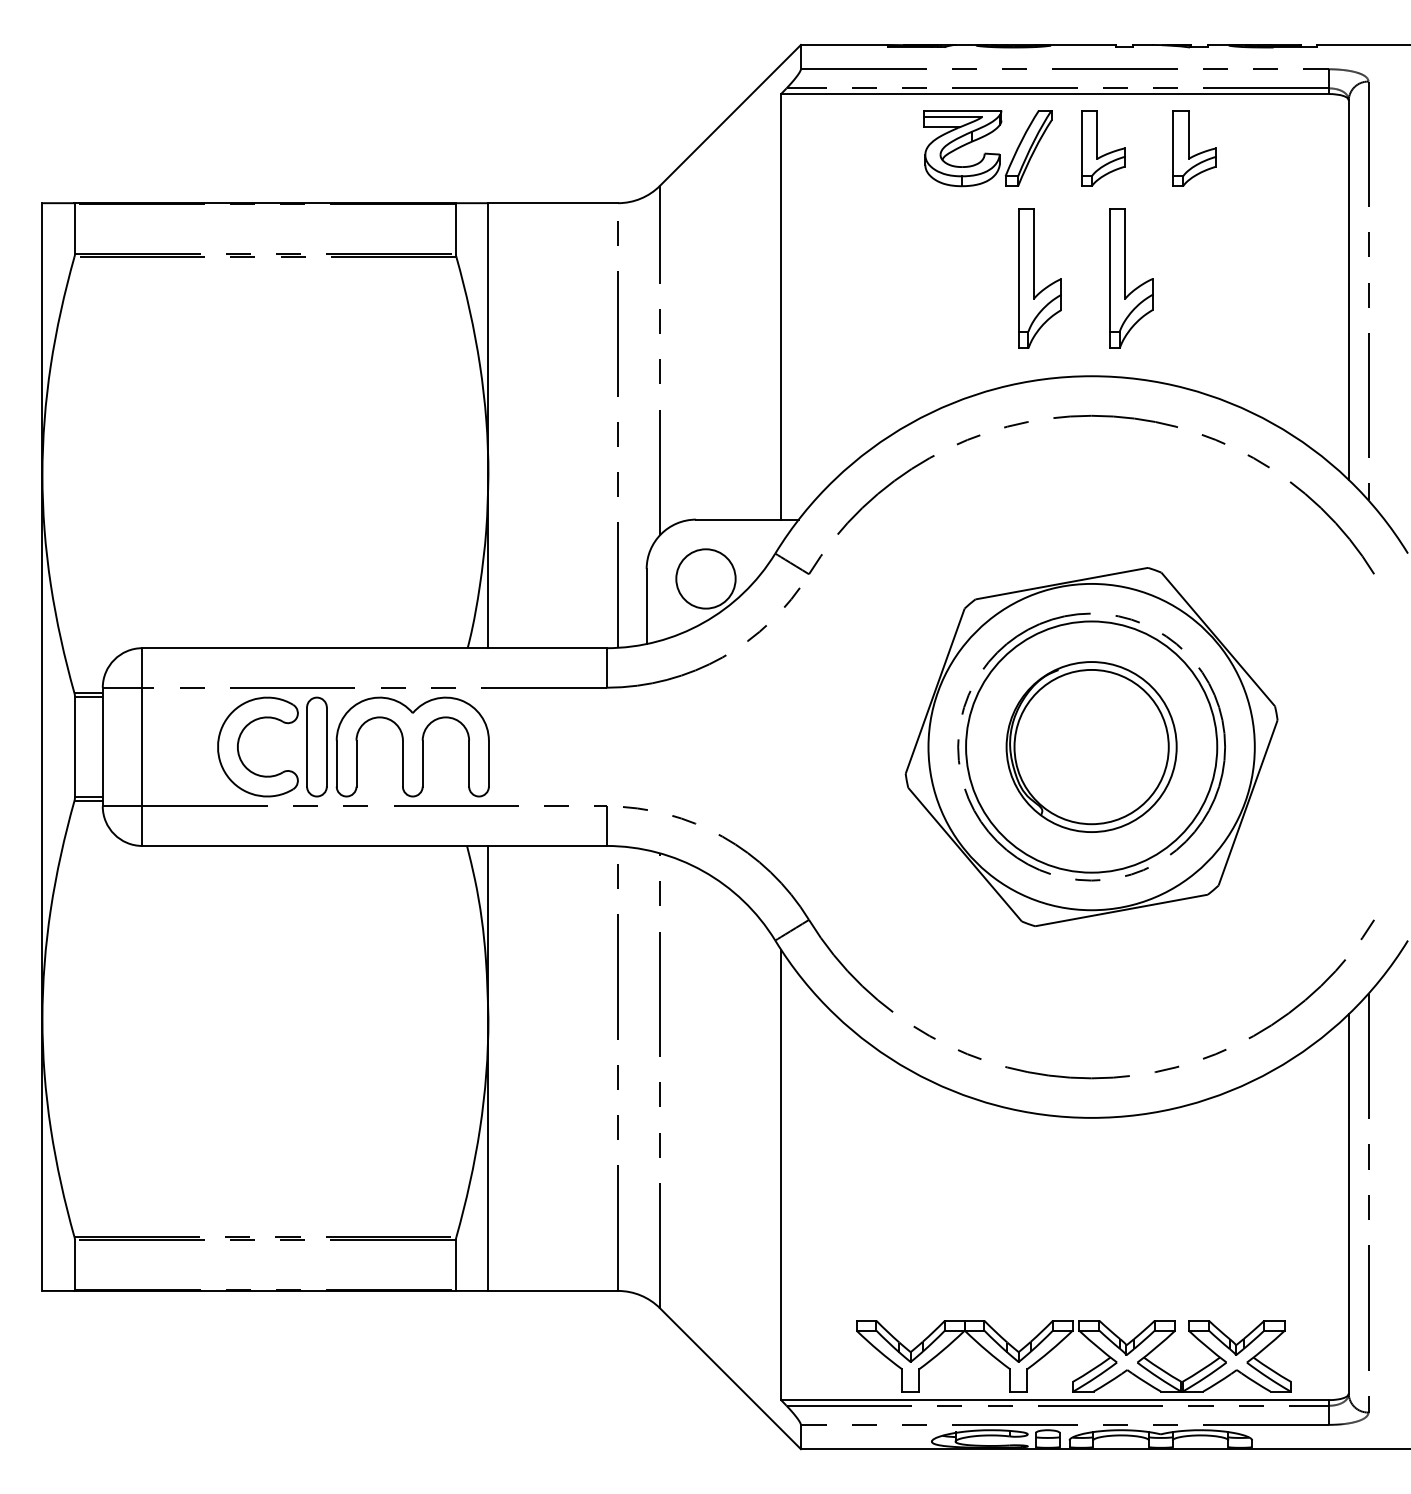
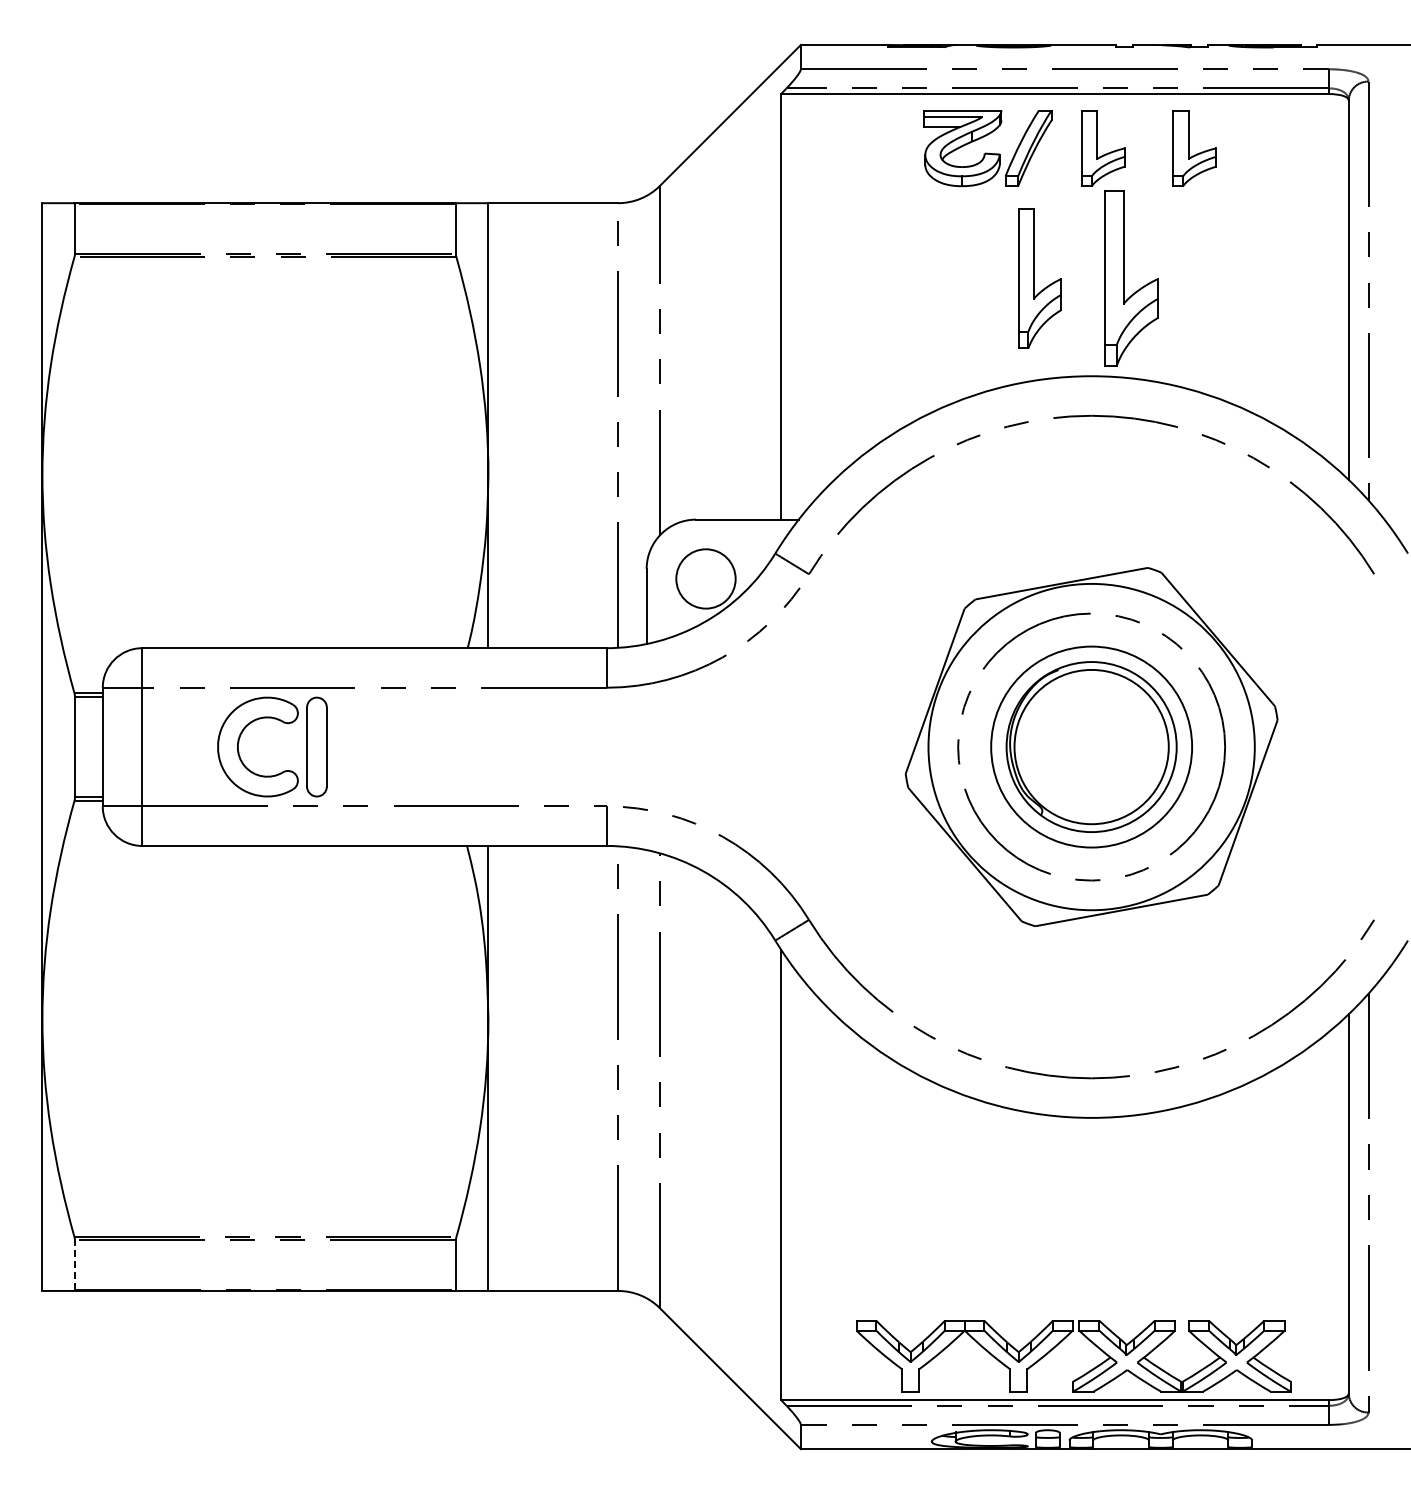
part at (1131, 278) size: 45x141 px -> 55x177 px
part at (412, 746): present -> none
circle at (1091, 746) diameter: 251 px -> 201 px
line at (74, 1265): solid -> dashed
